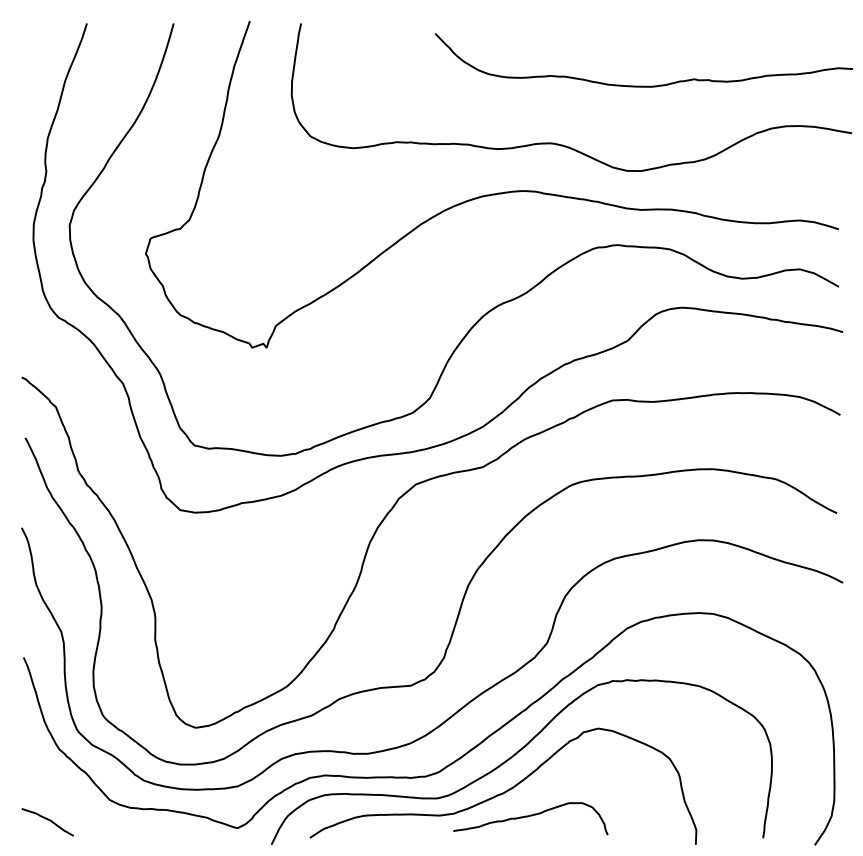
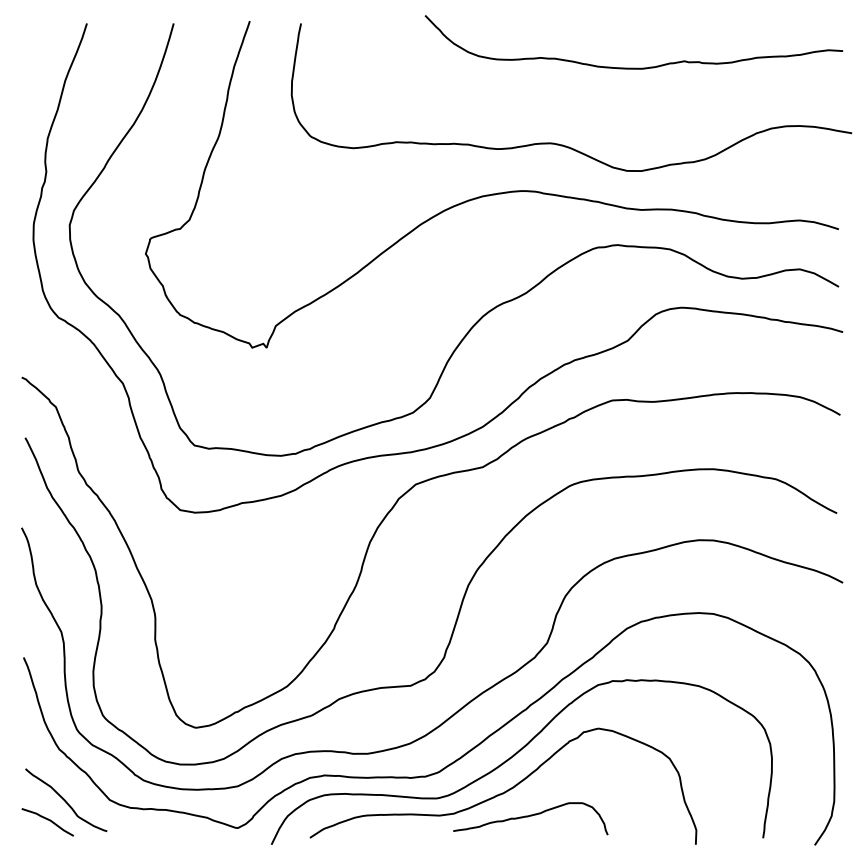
curve at (643, 85) position: (643, 85) -> (633, 67)
curve at (65, 799): none -> present
